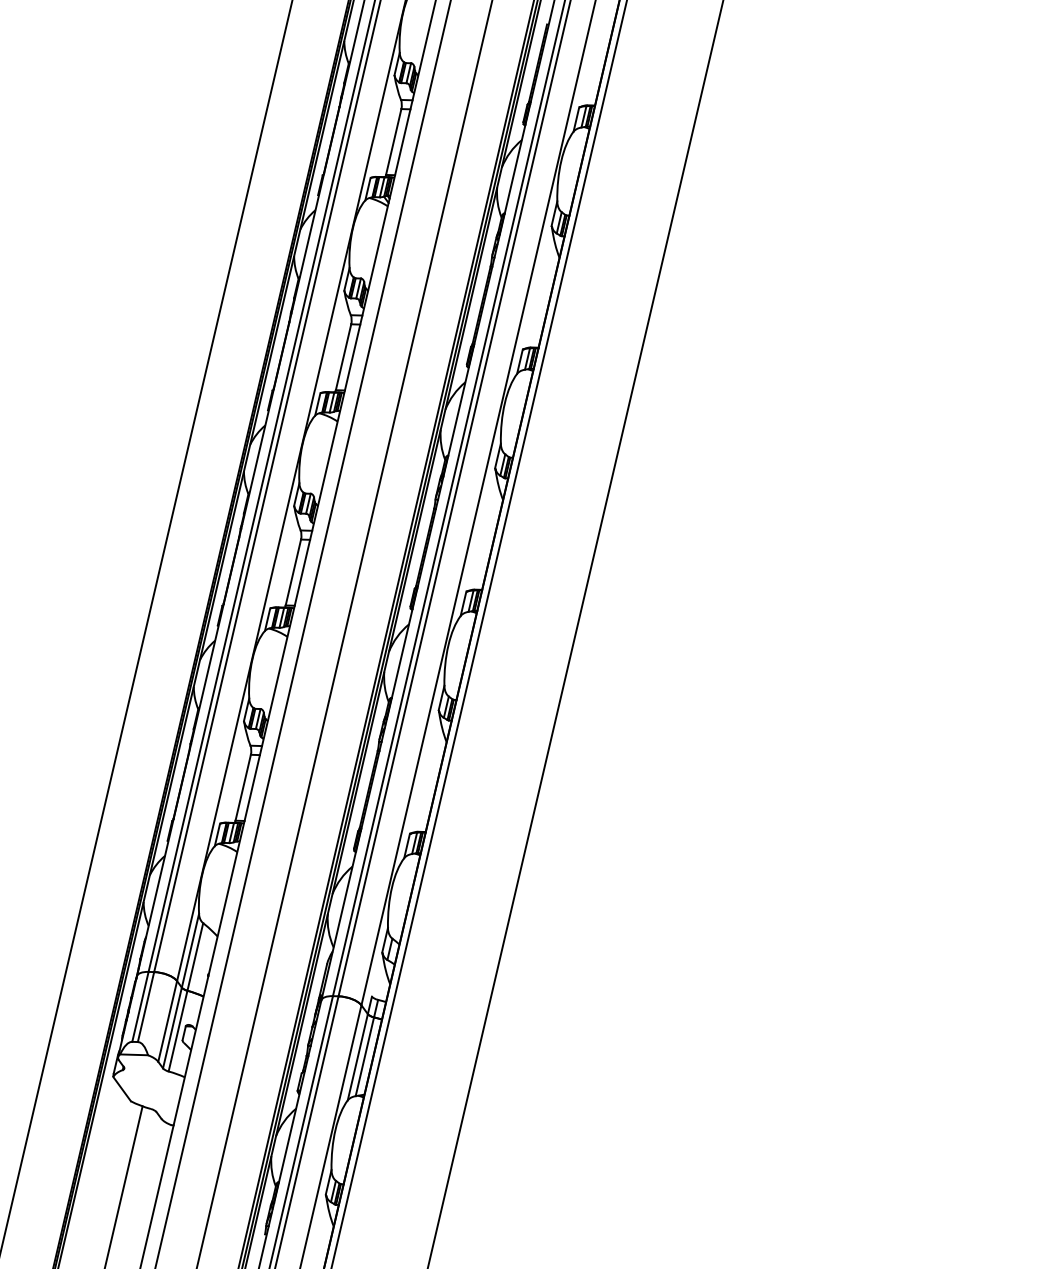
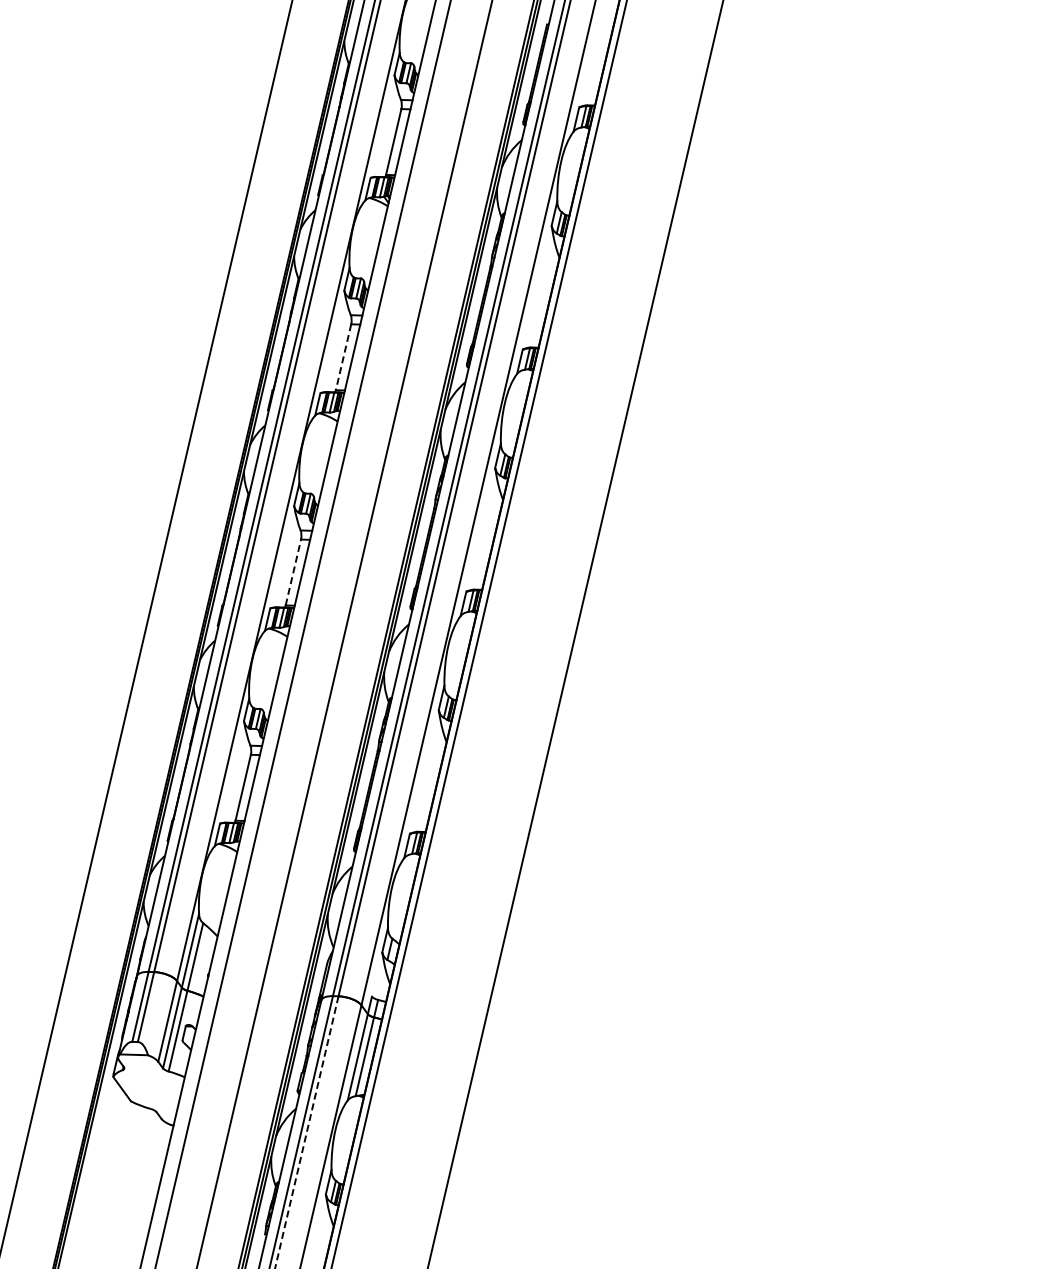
line at (343, 357): solid -> dashed
line at (293, 572): solid -> dashed
line at (306, 1132): solid -> dashed
line at (123, 1185): present -> none
